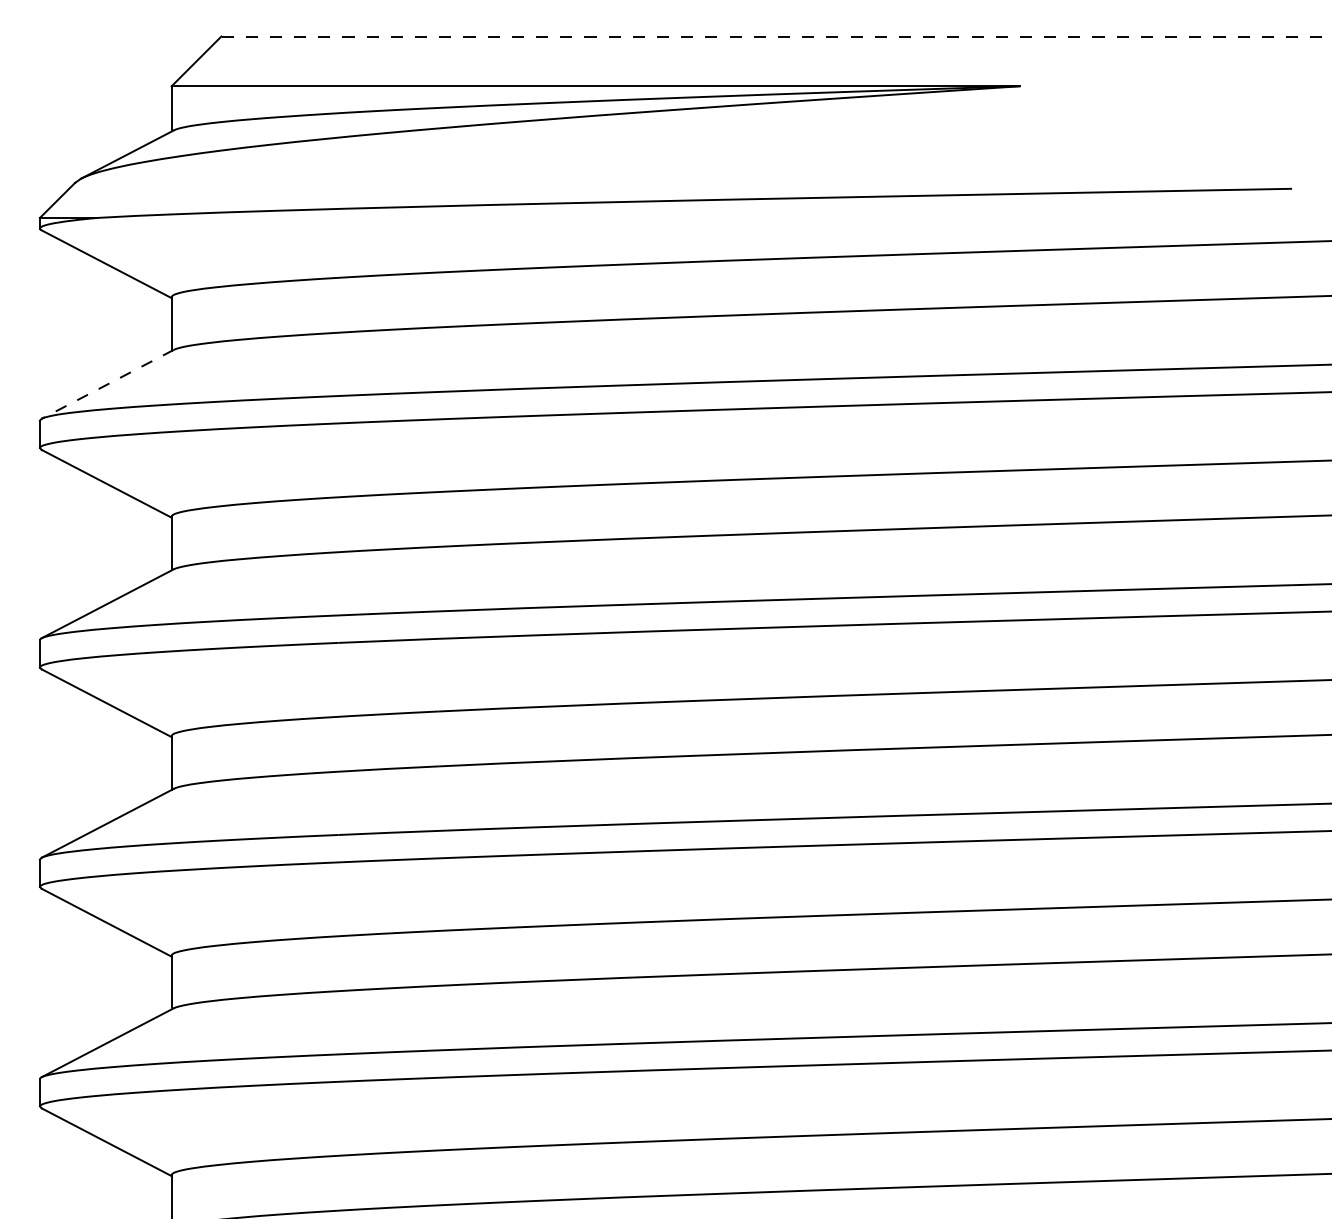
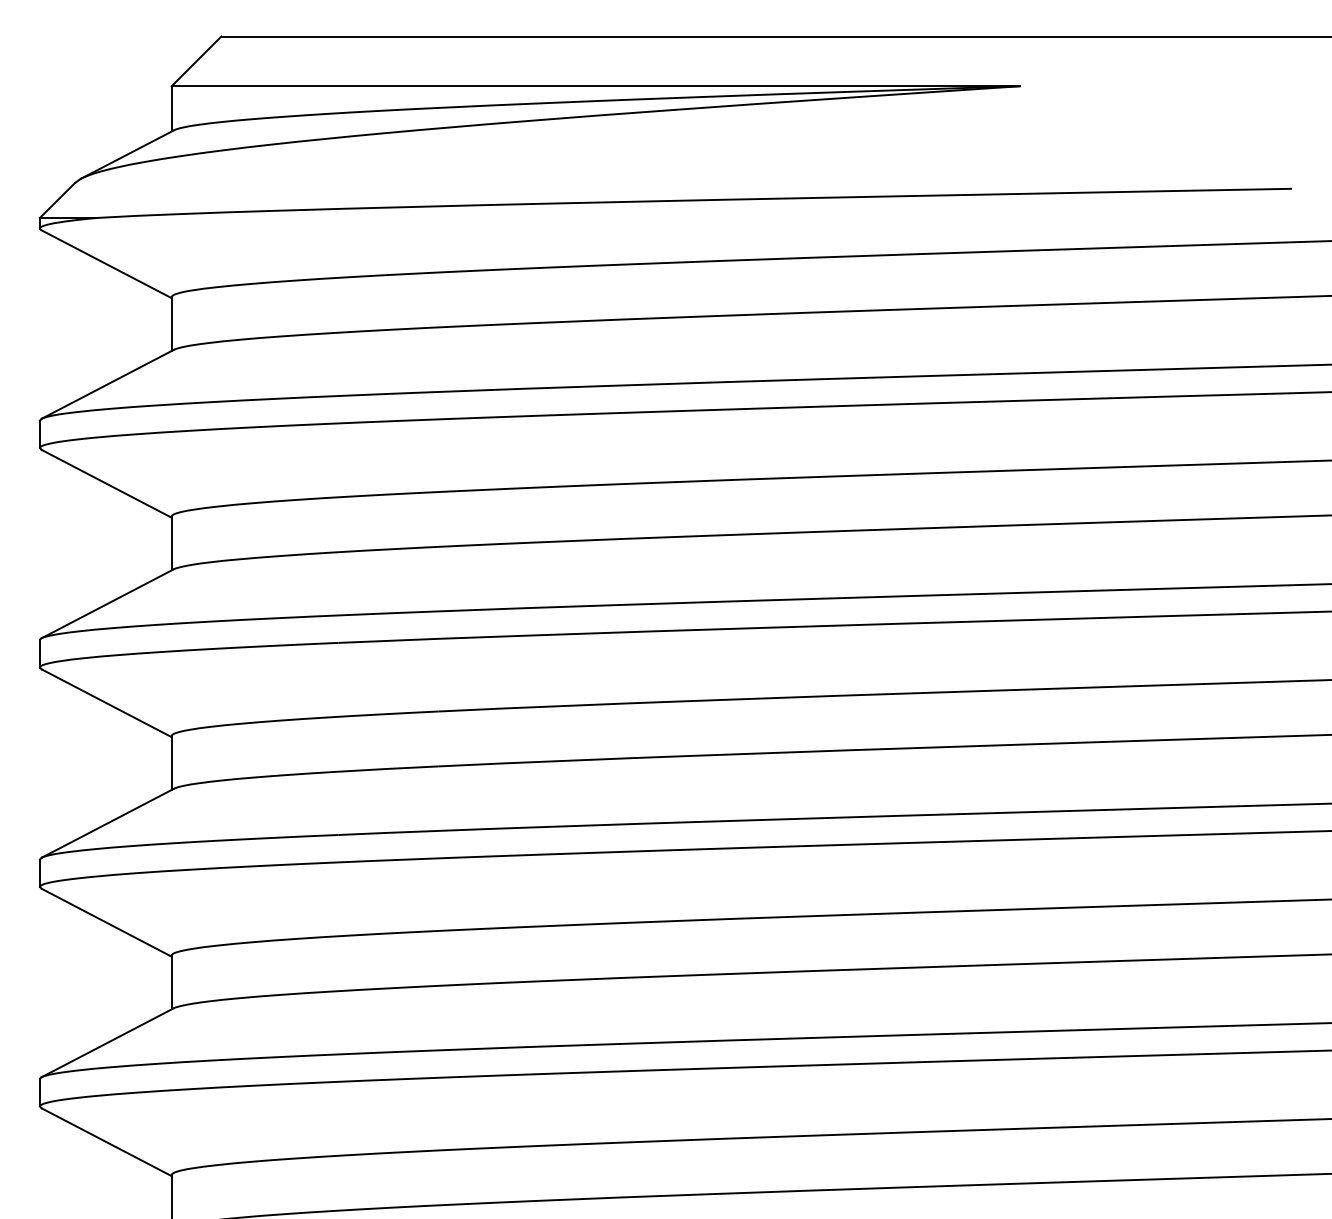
line at (776, 36): dashed -> solid
line at (107, 384): dashed -> solid
